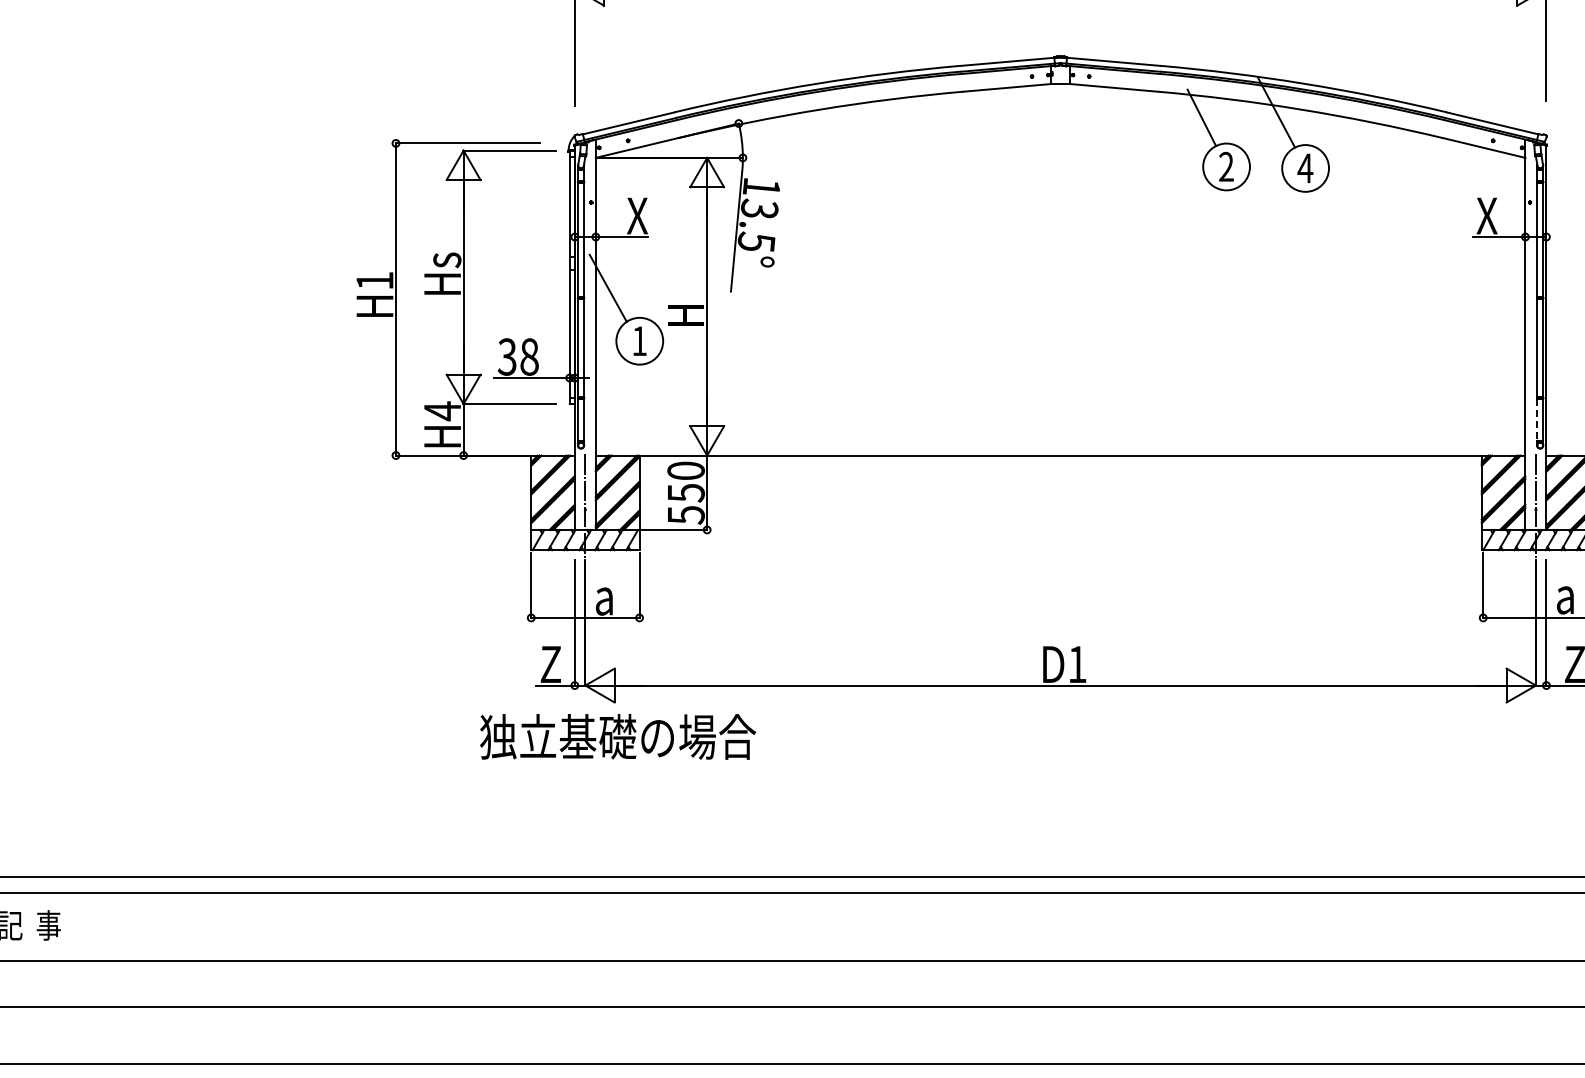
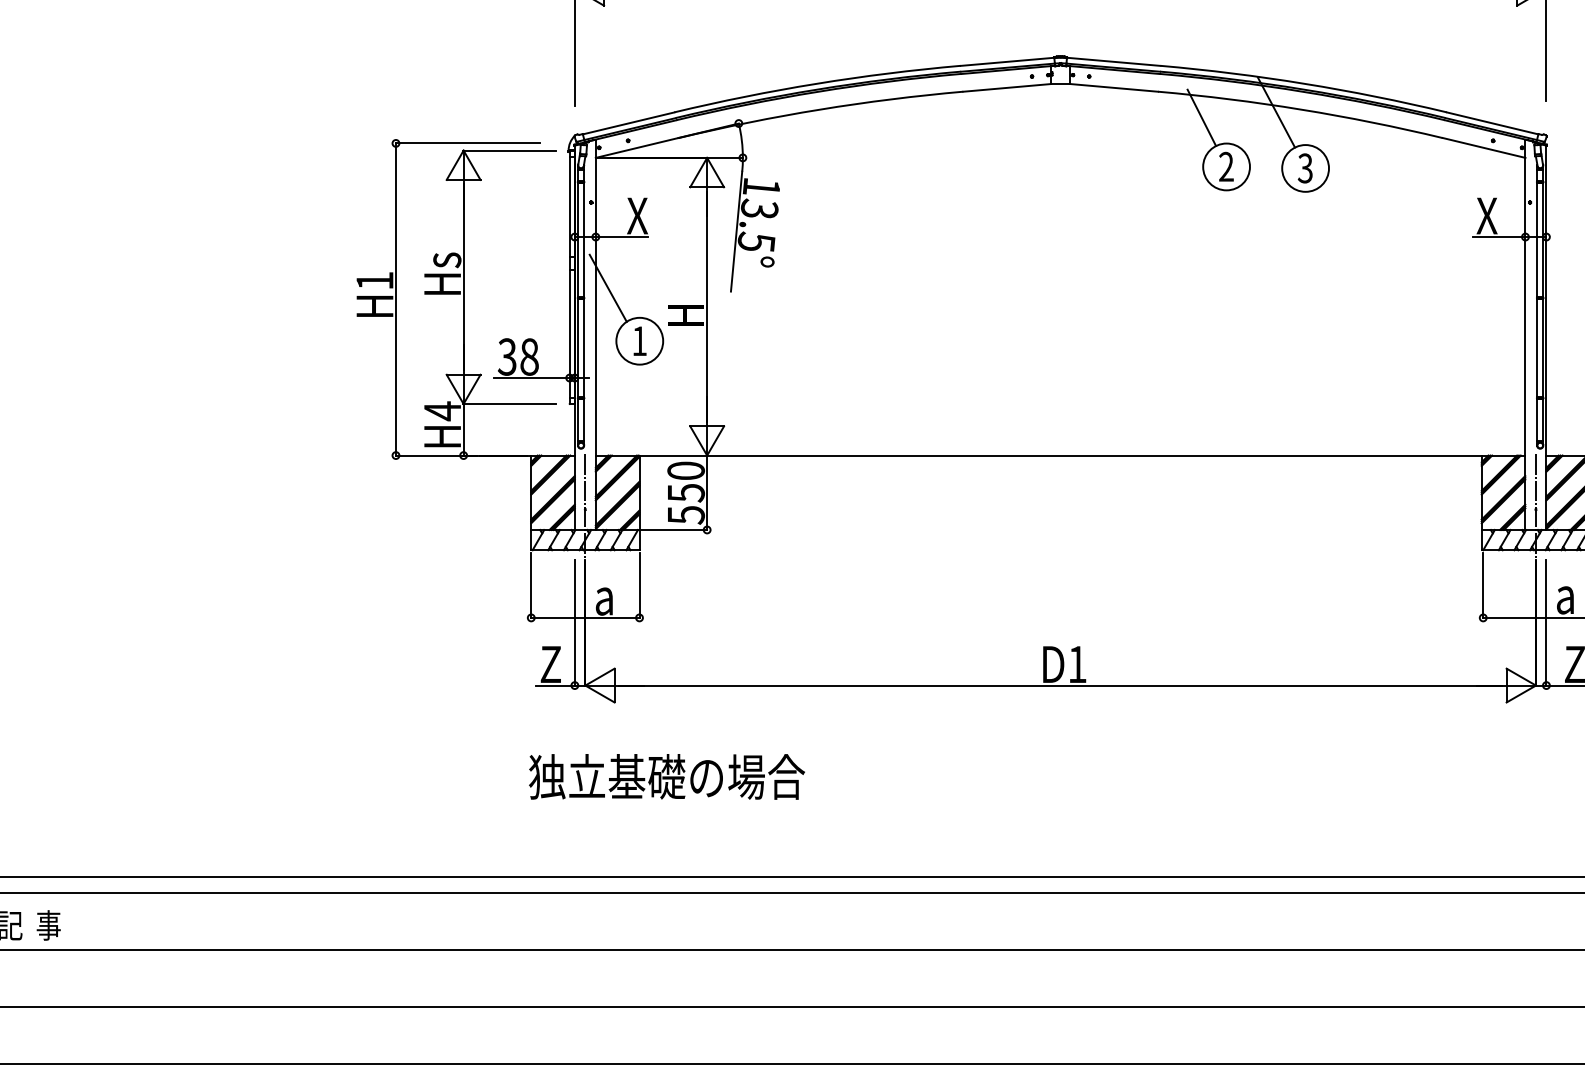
text at (1305, 168): 4 -> 3
line at (1537, 419): dashed -> solid
text at (617, 736) position: (617, 736) -> (666, 776)
line at (791, 961) position: (791, 961) -> (791, 950)
